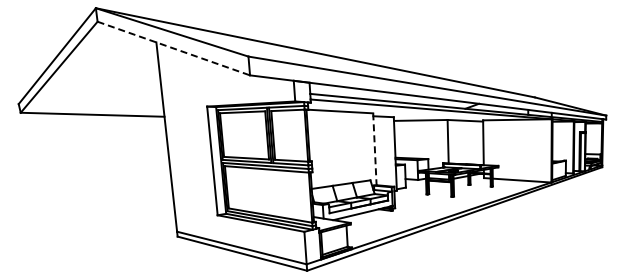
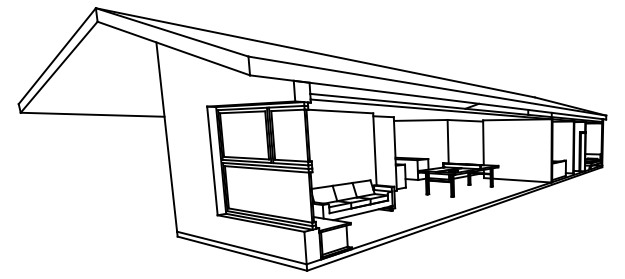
line at (173, 48): dashed -> solid
line at (374, 149): dashed -> solid
